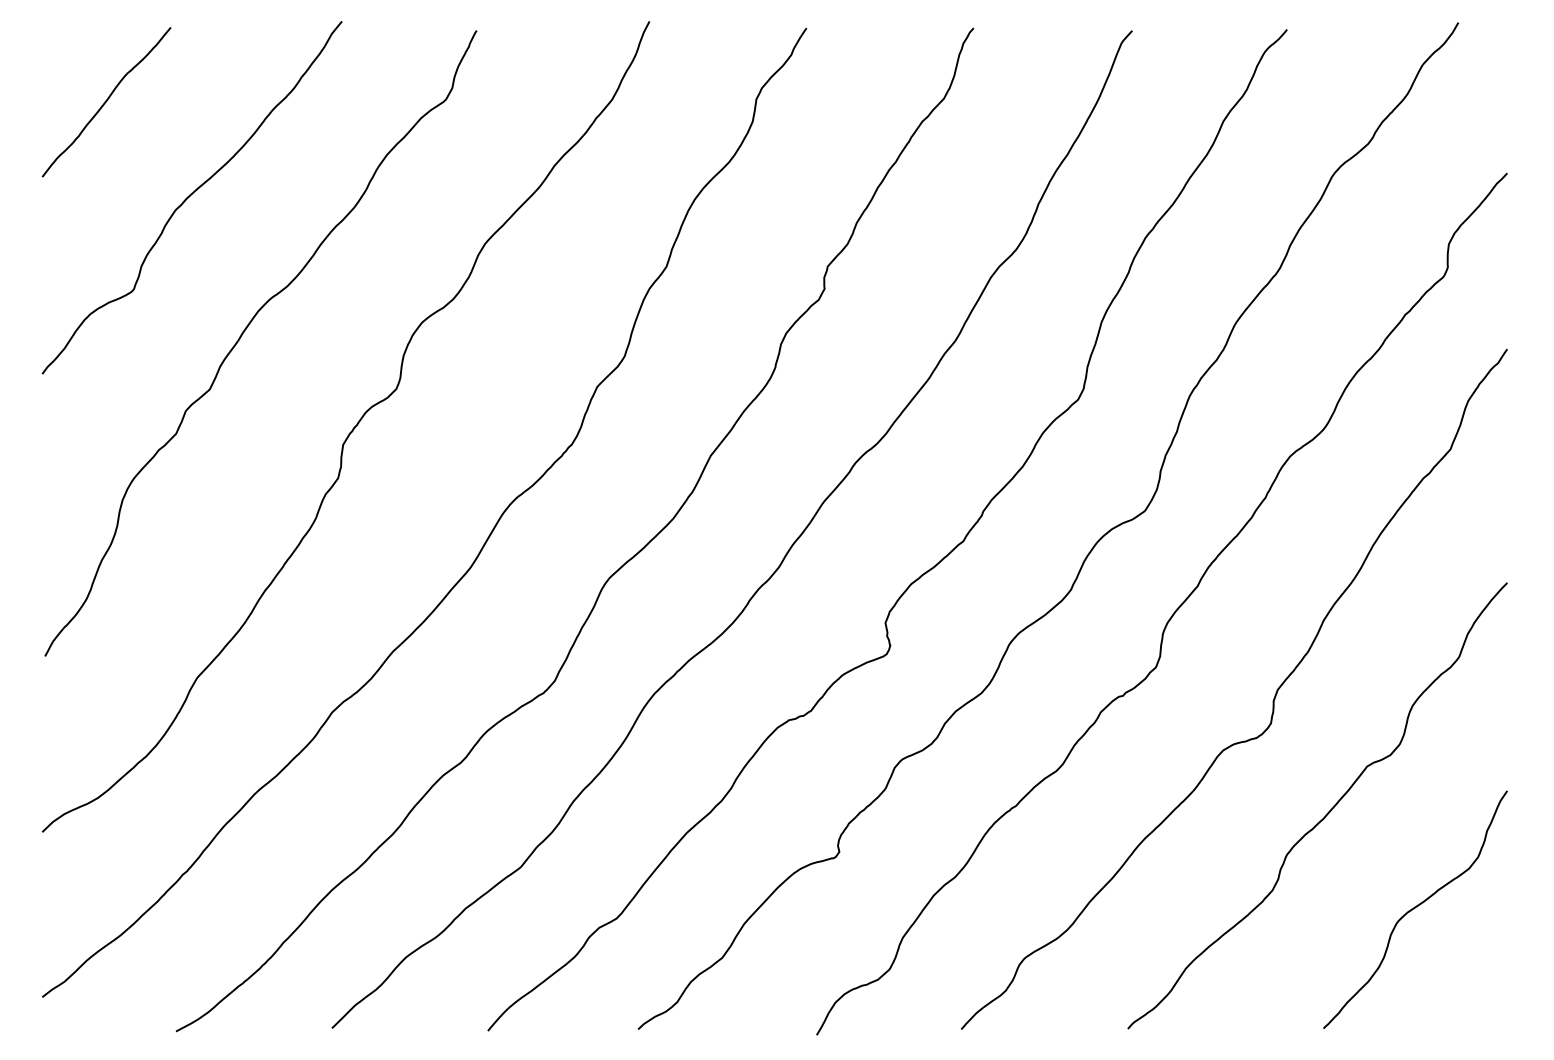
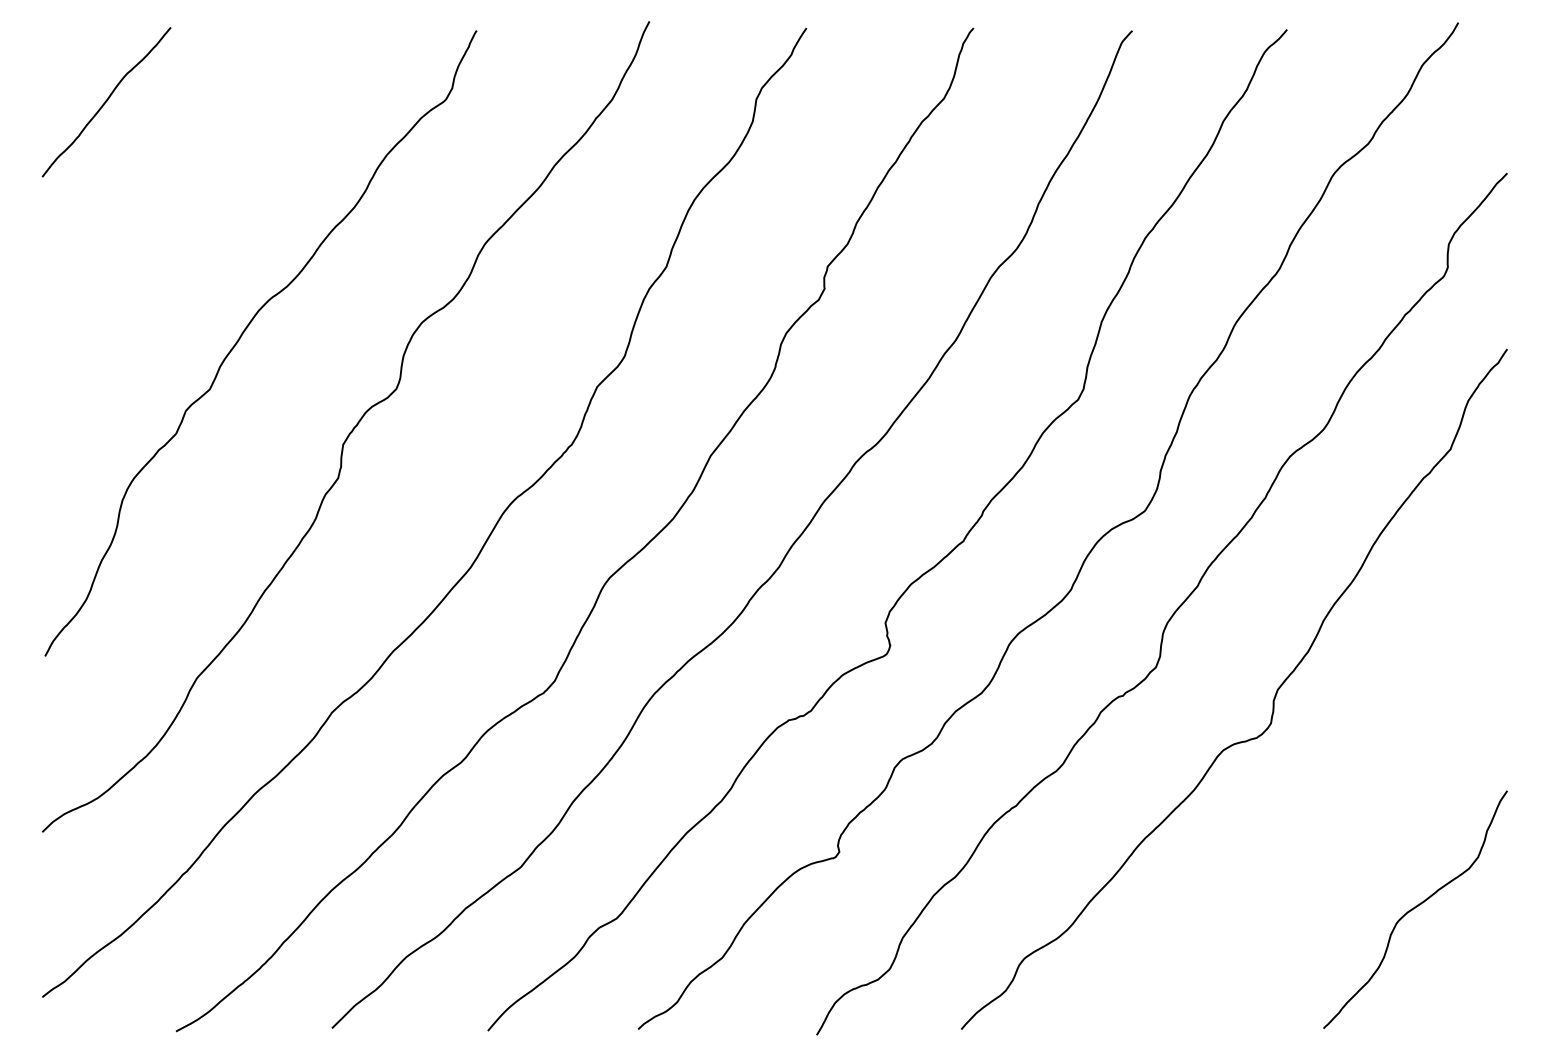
curve at (190, 196): present -> none
curve at (1326, 813): present -> none
